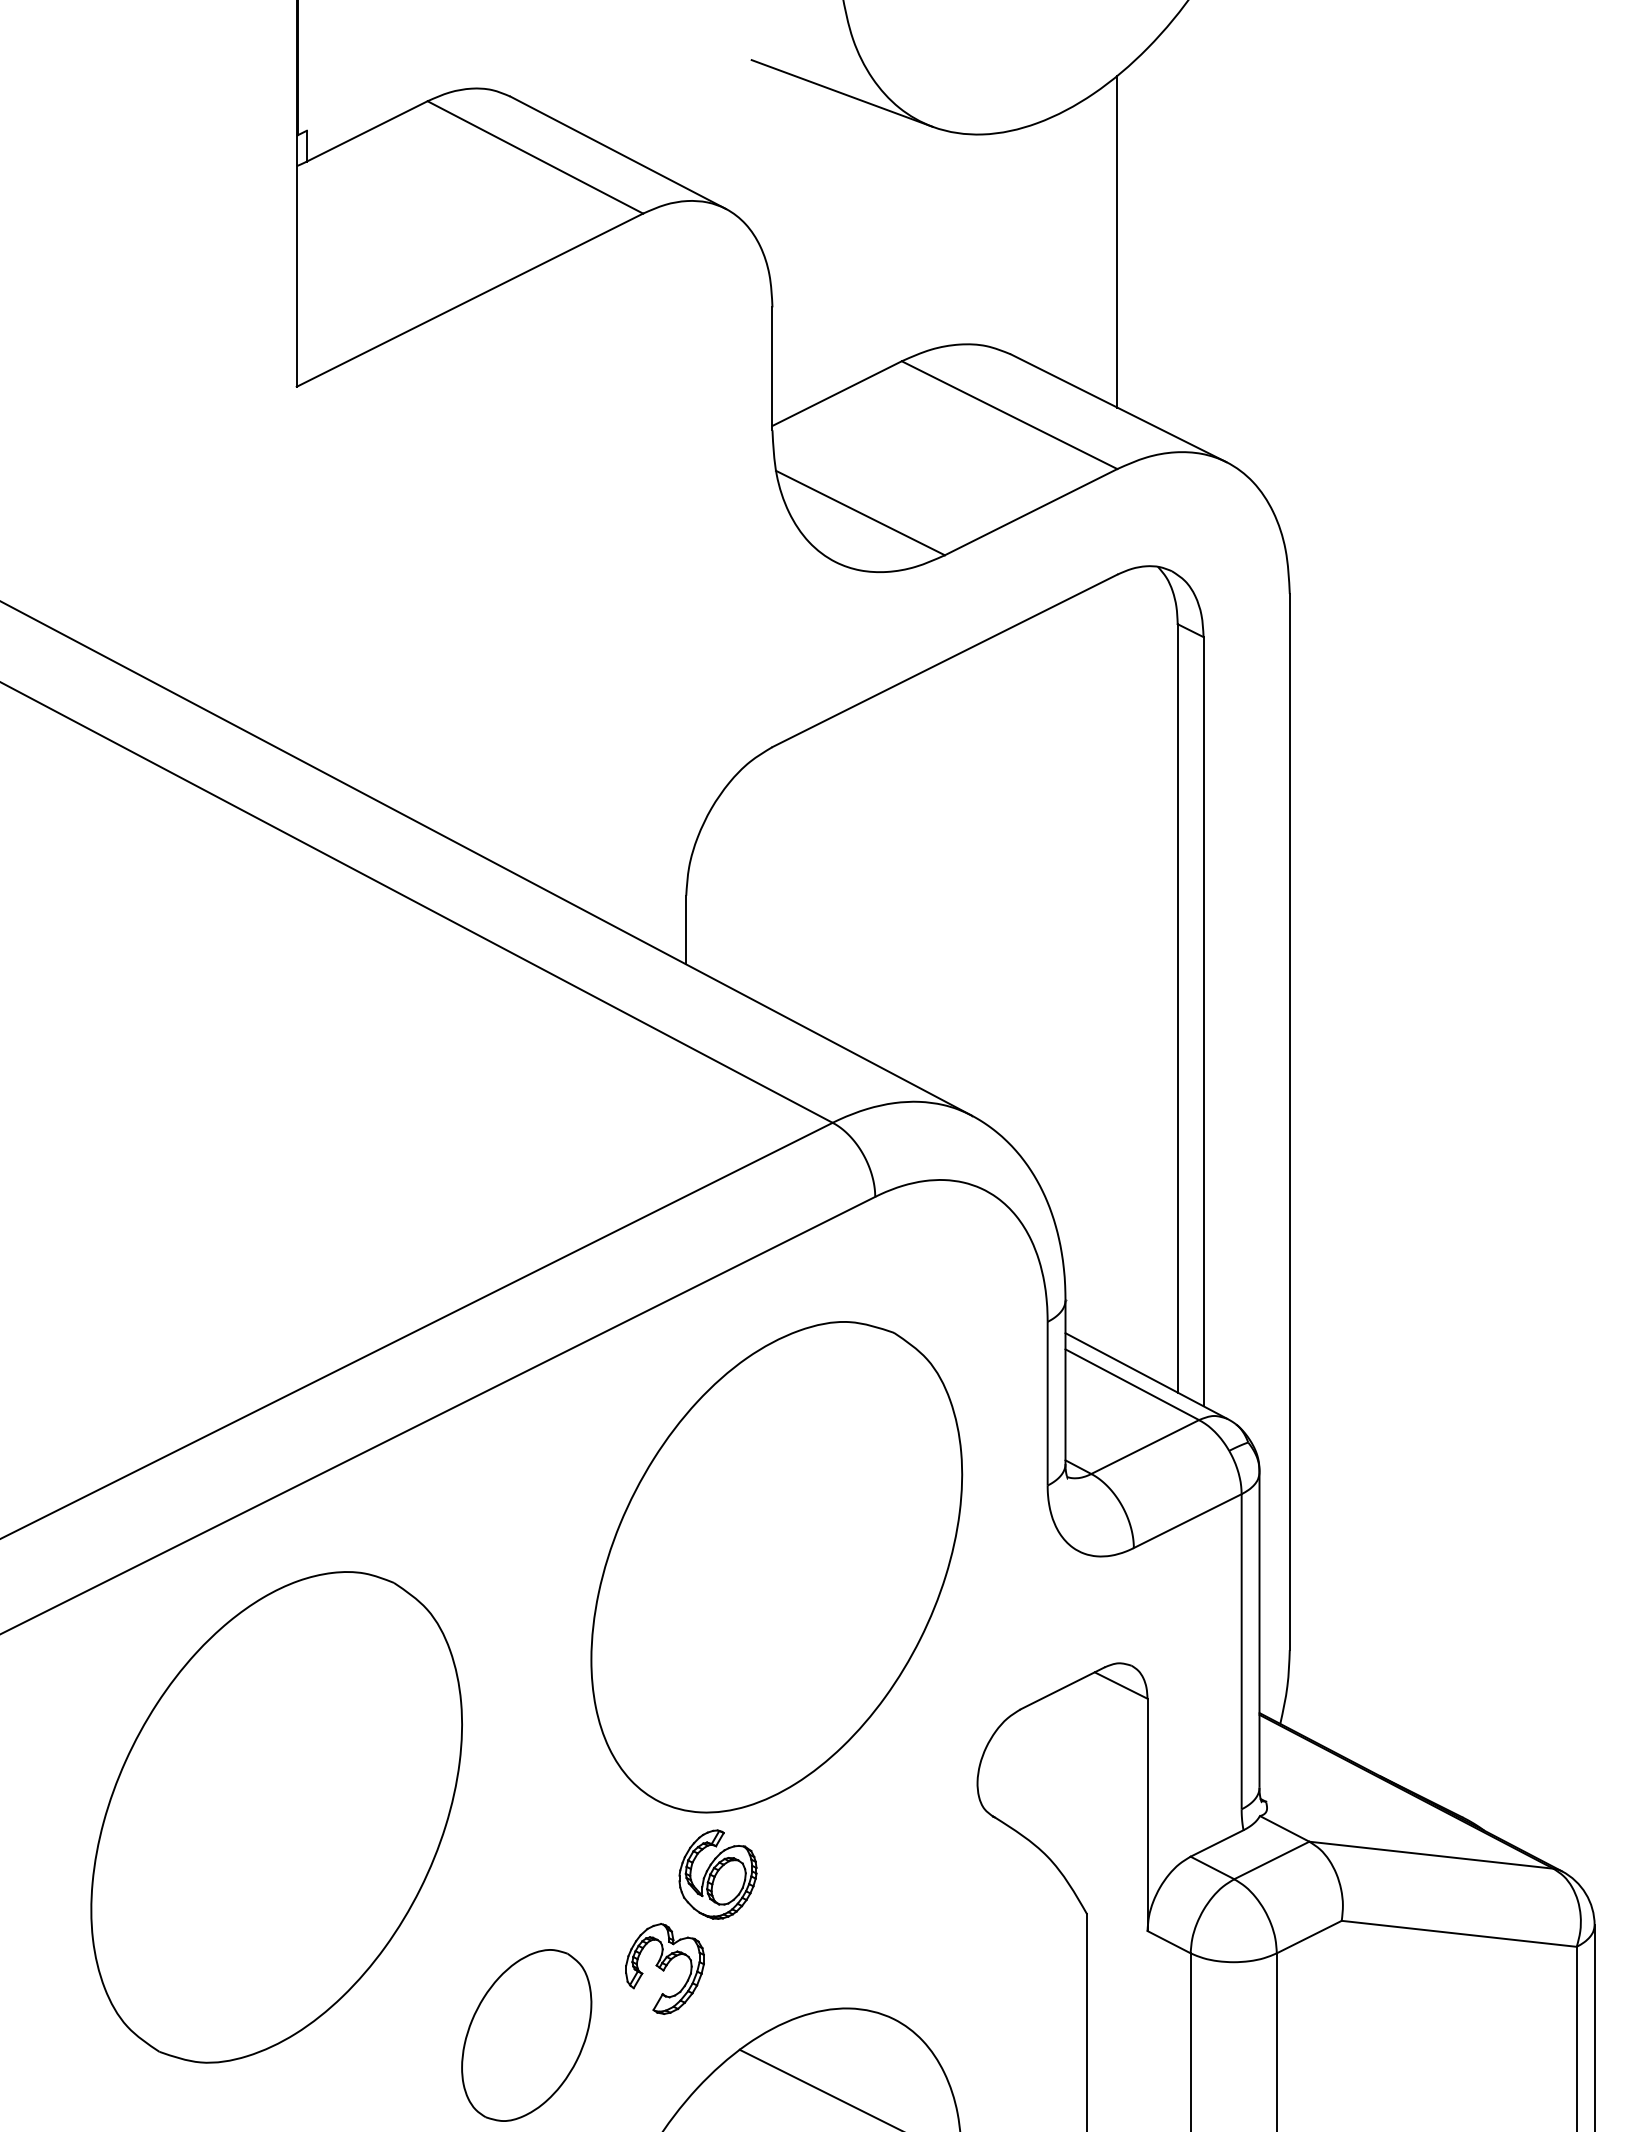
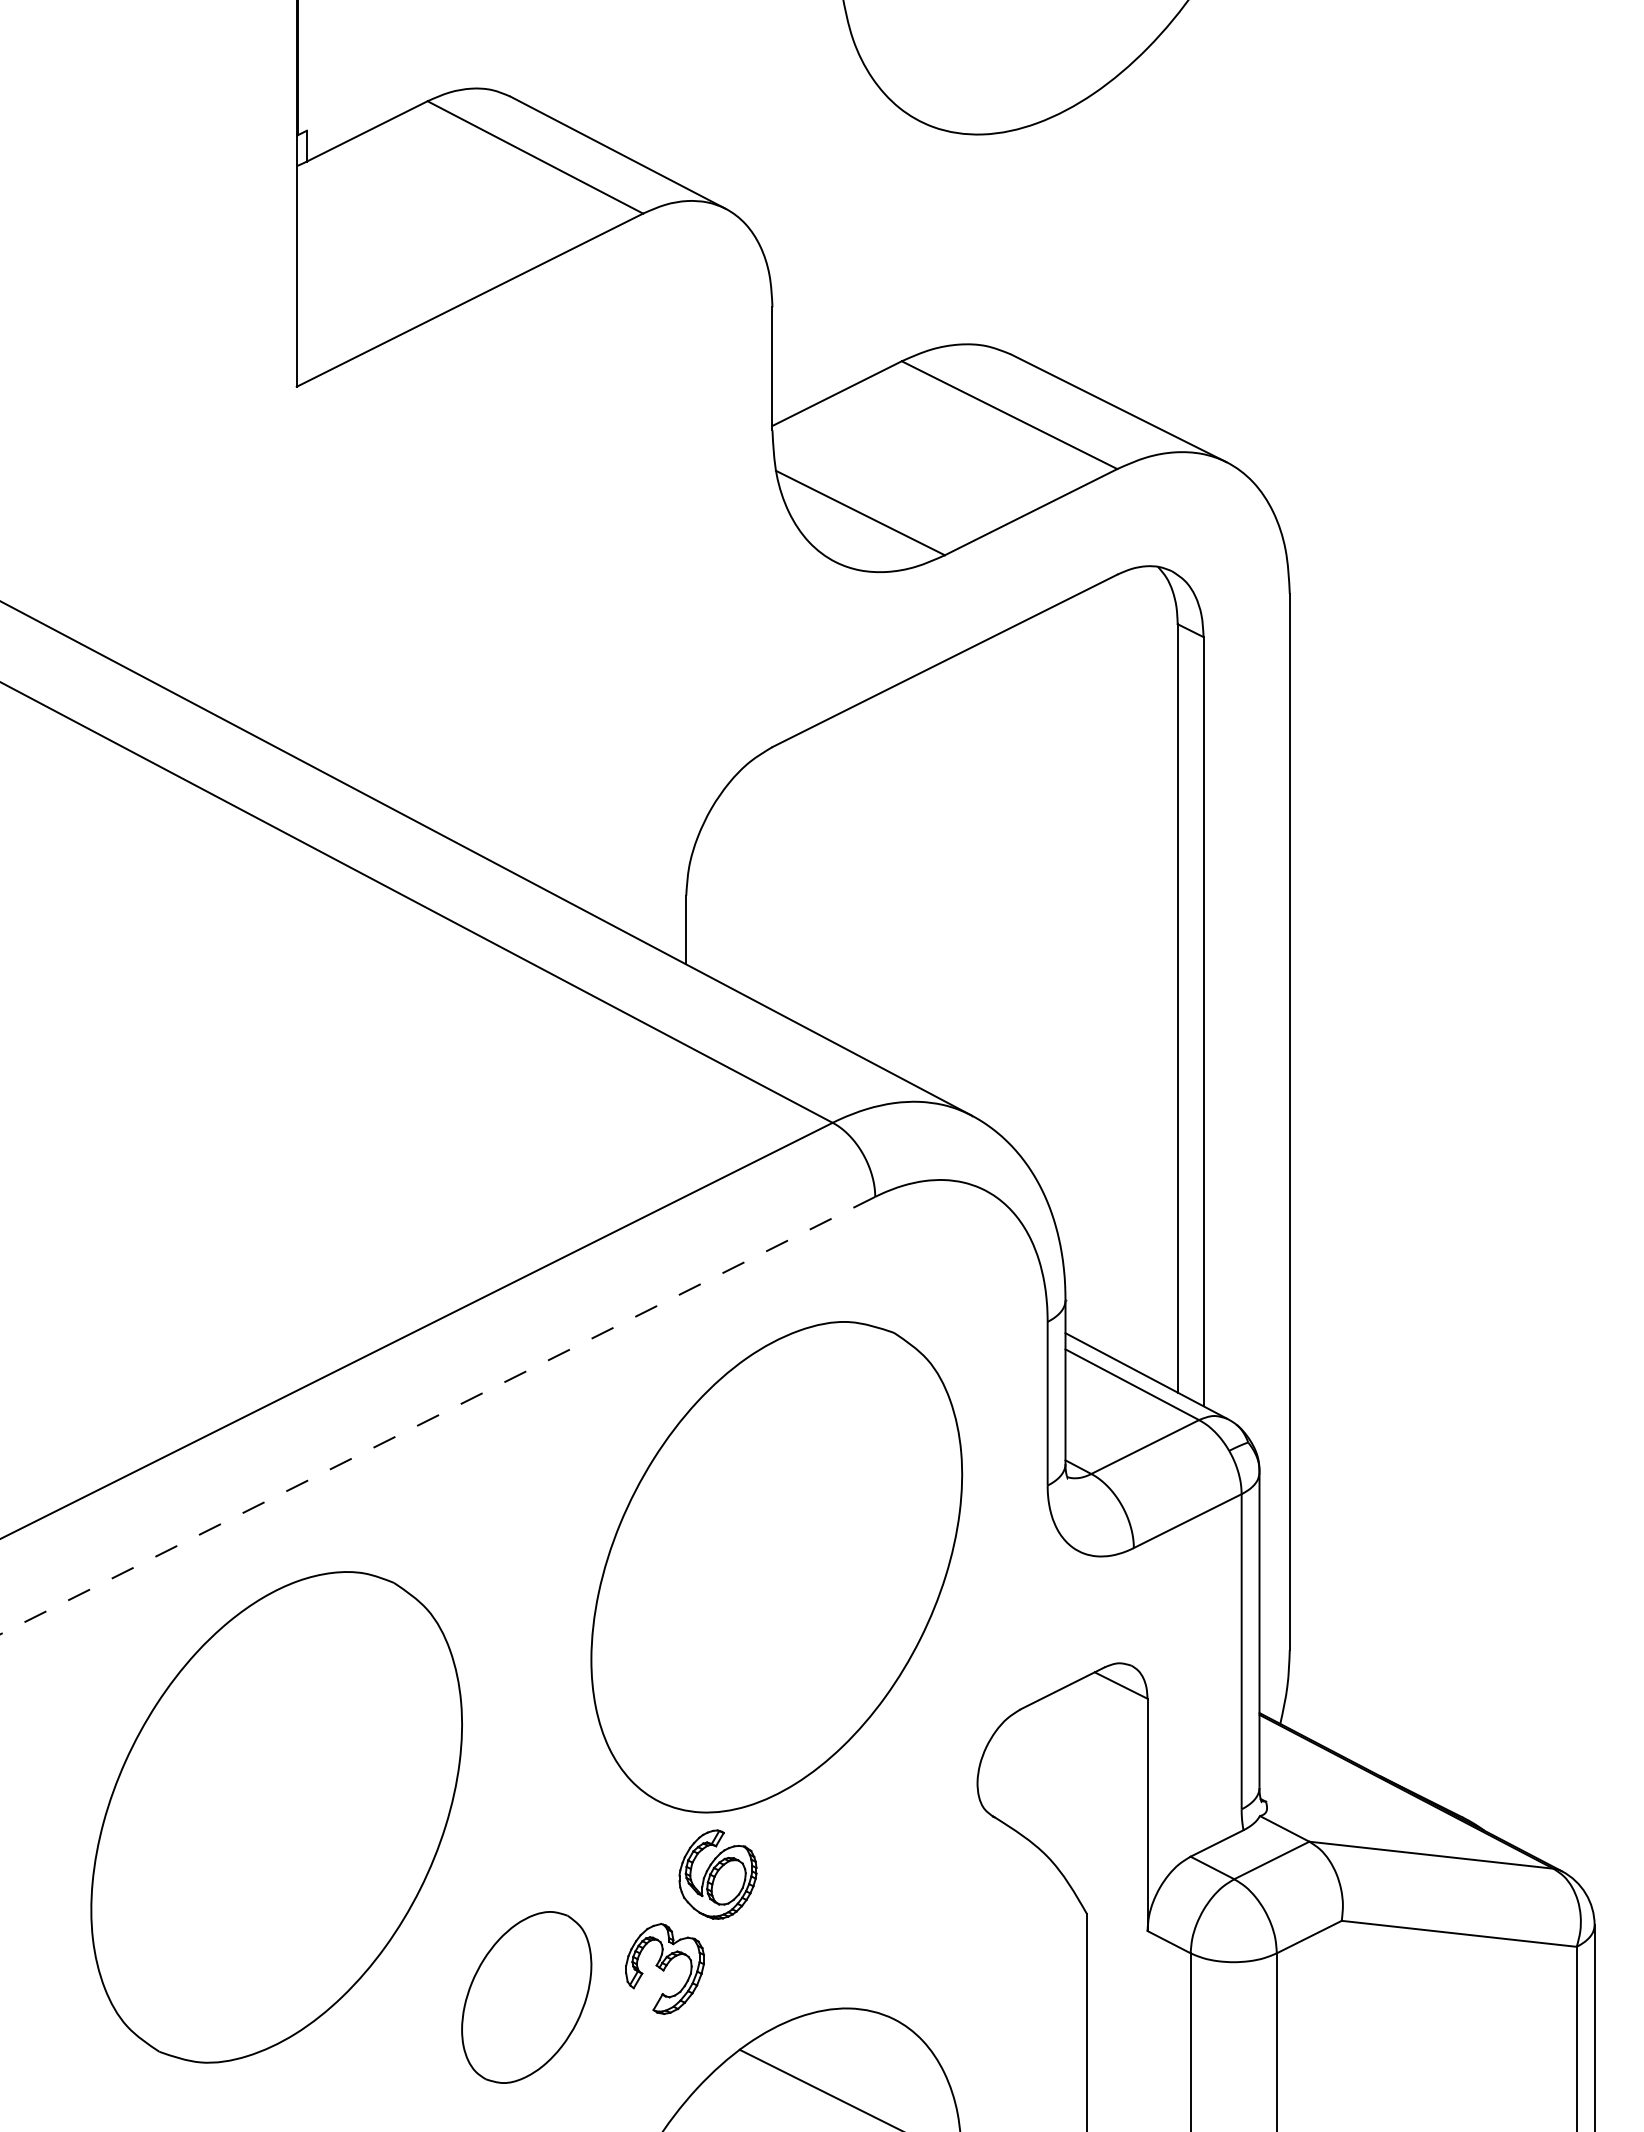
line at (841, 93): present -> none
line at (1117, 241): present -> none
line at (437, 1415): solid -> dashed
part at (526, 2035) position: (526, 2035) -> (526, 1997)
